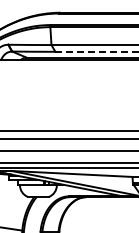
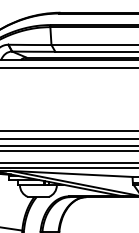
line at (97, 51): dashed -> solid
line at (68, 68): none -> present
line at (68, 145): none -> present
